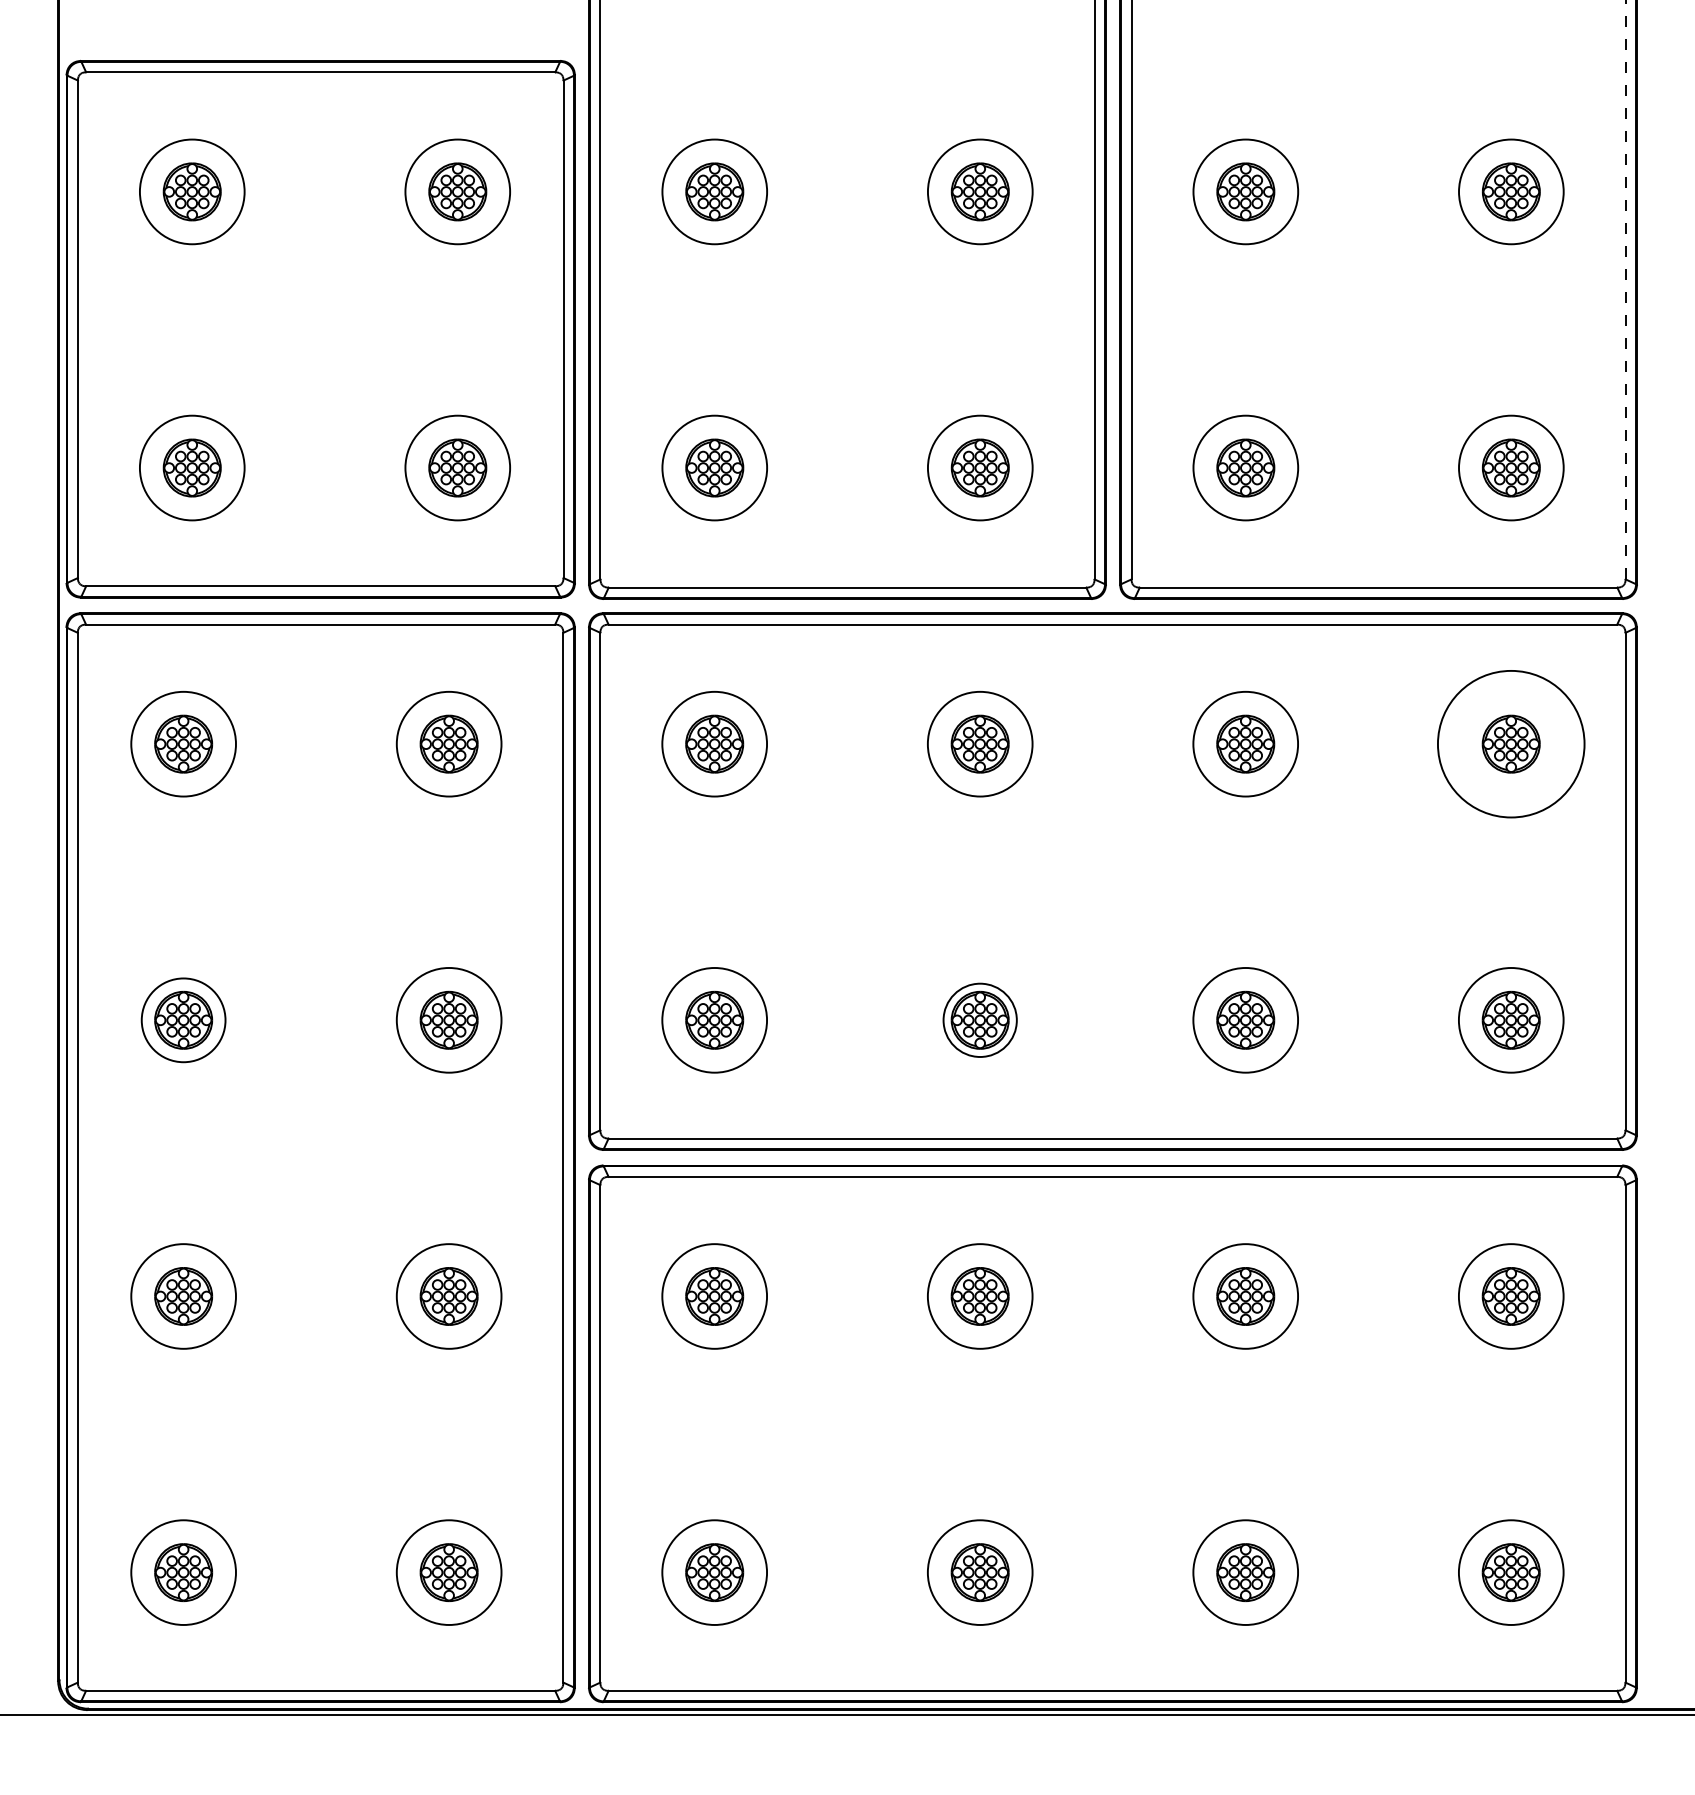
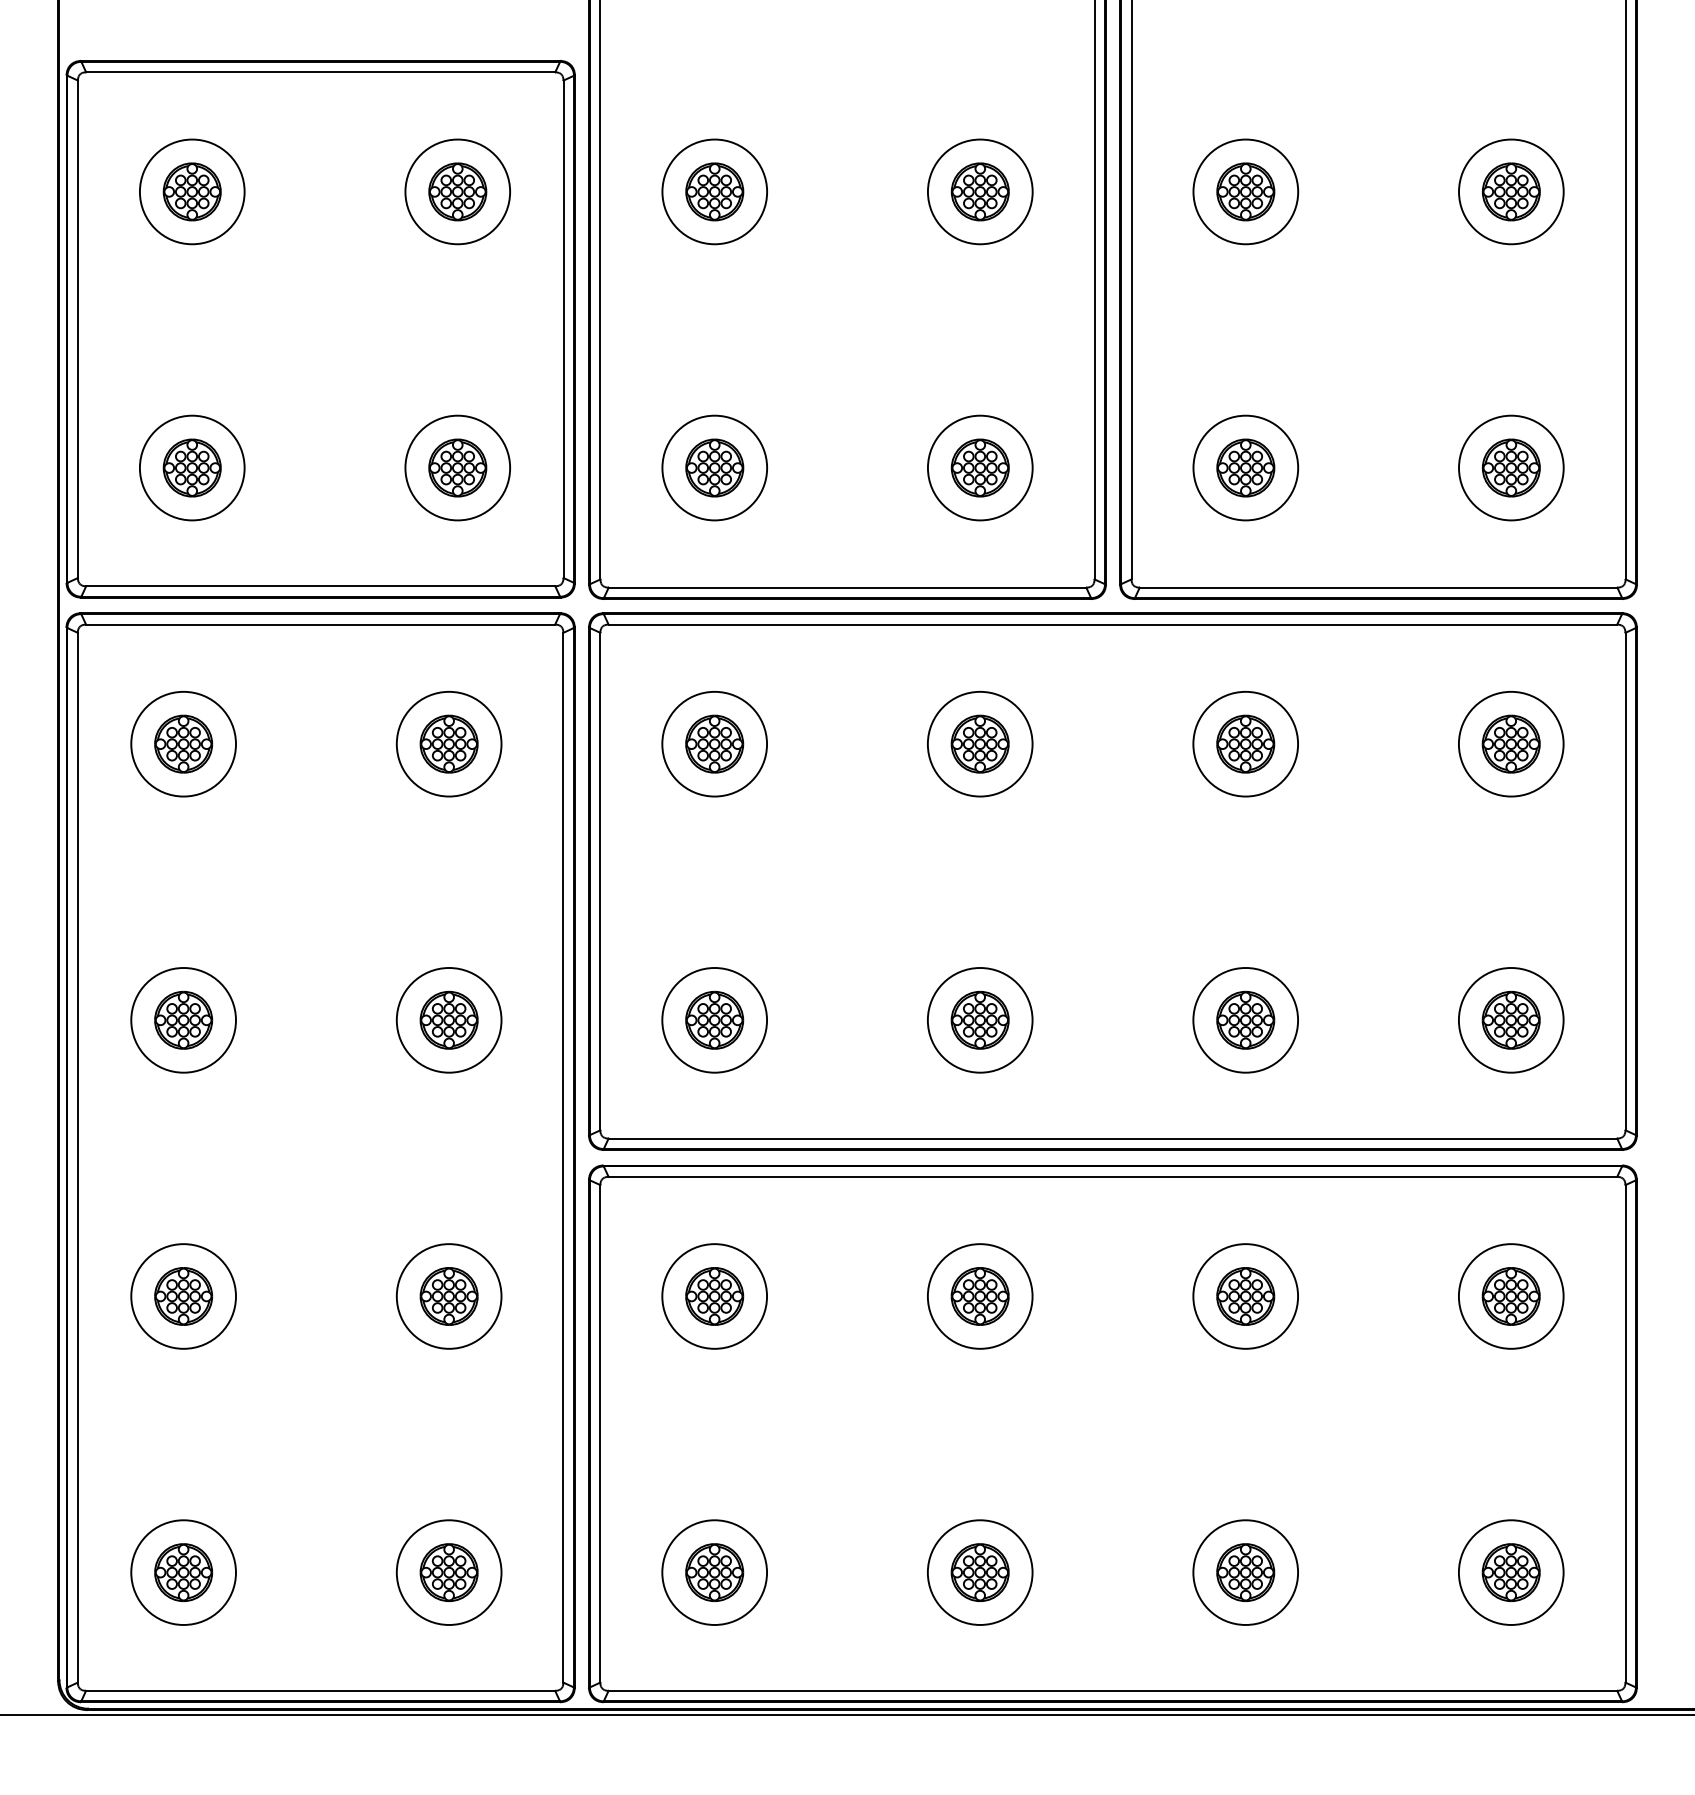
line at (1625, 289): dashed -> solid
circle at (1510, 743) diameter: 147 px -> 105 px
circle at (979, 1019) diameter: 73 px -> 105 px
circle at (183, 1020) diameter: 84 px -> 105 px
